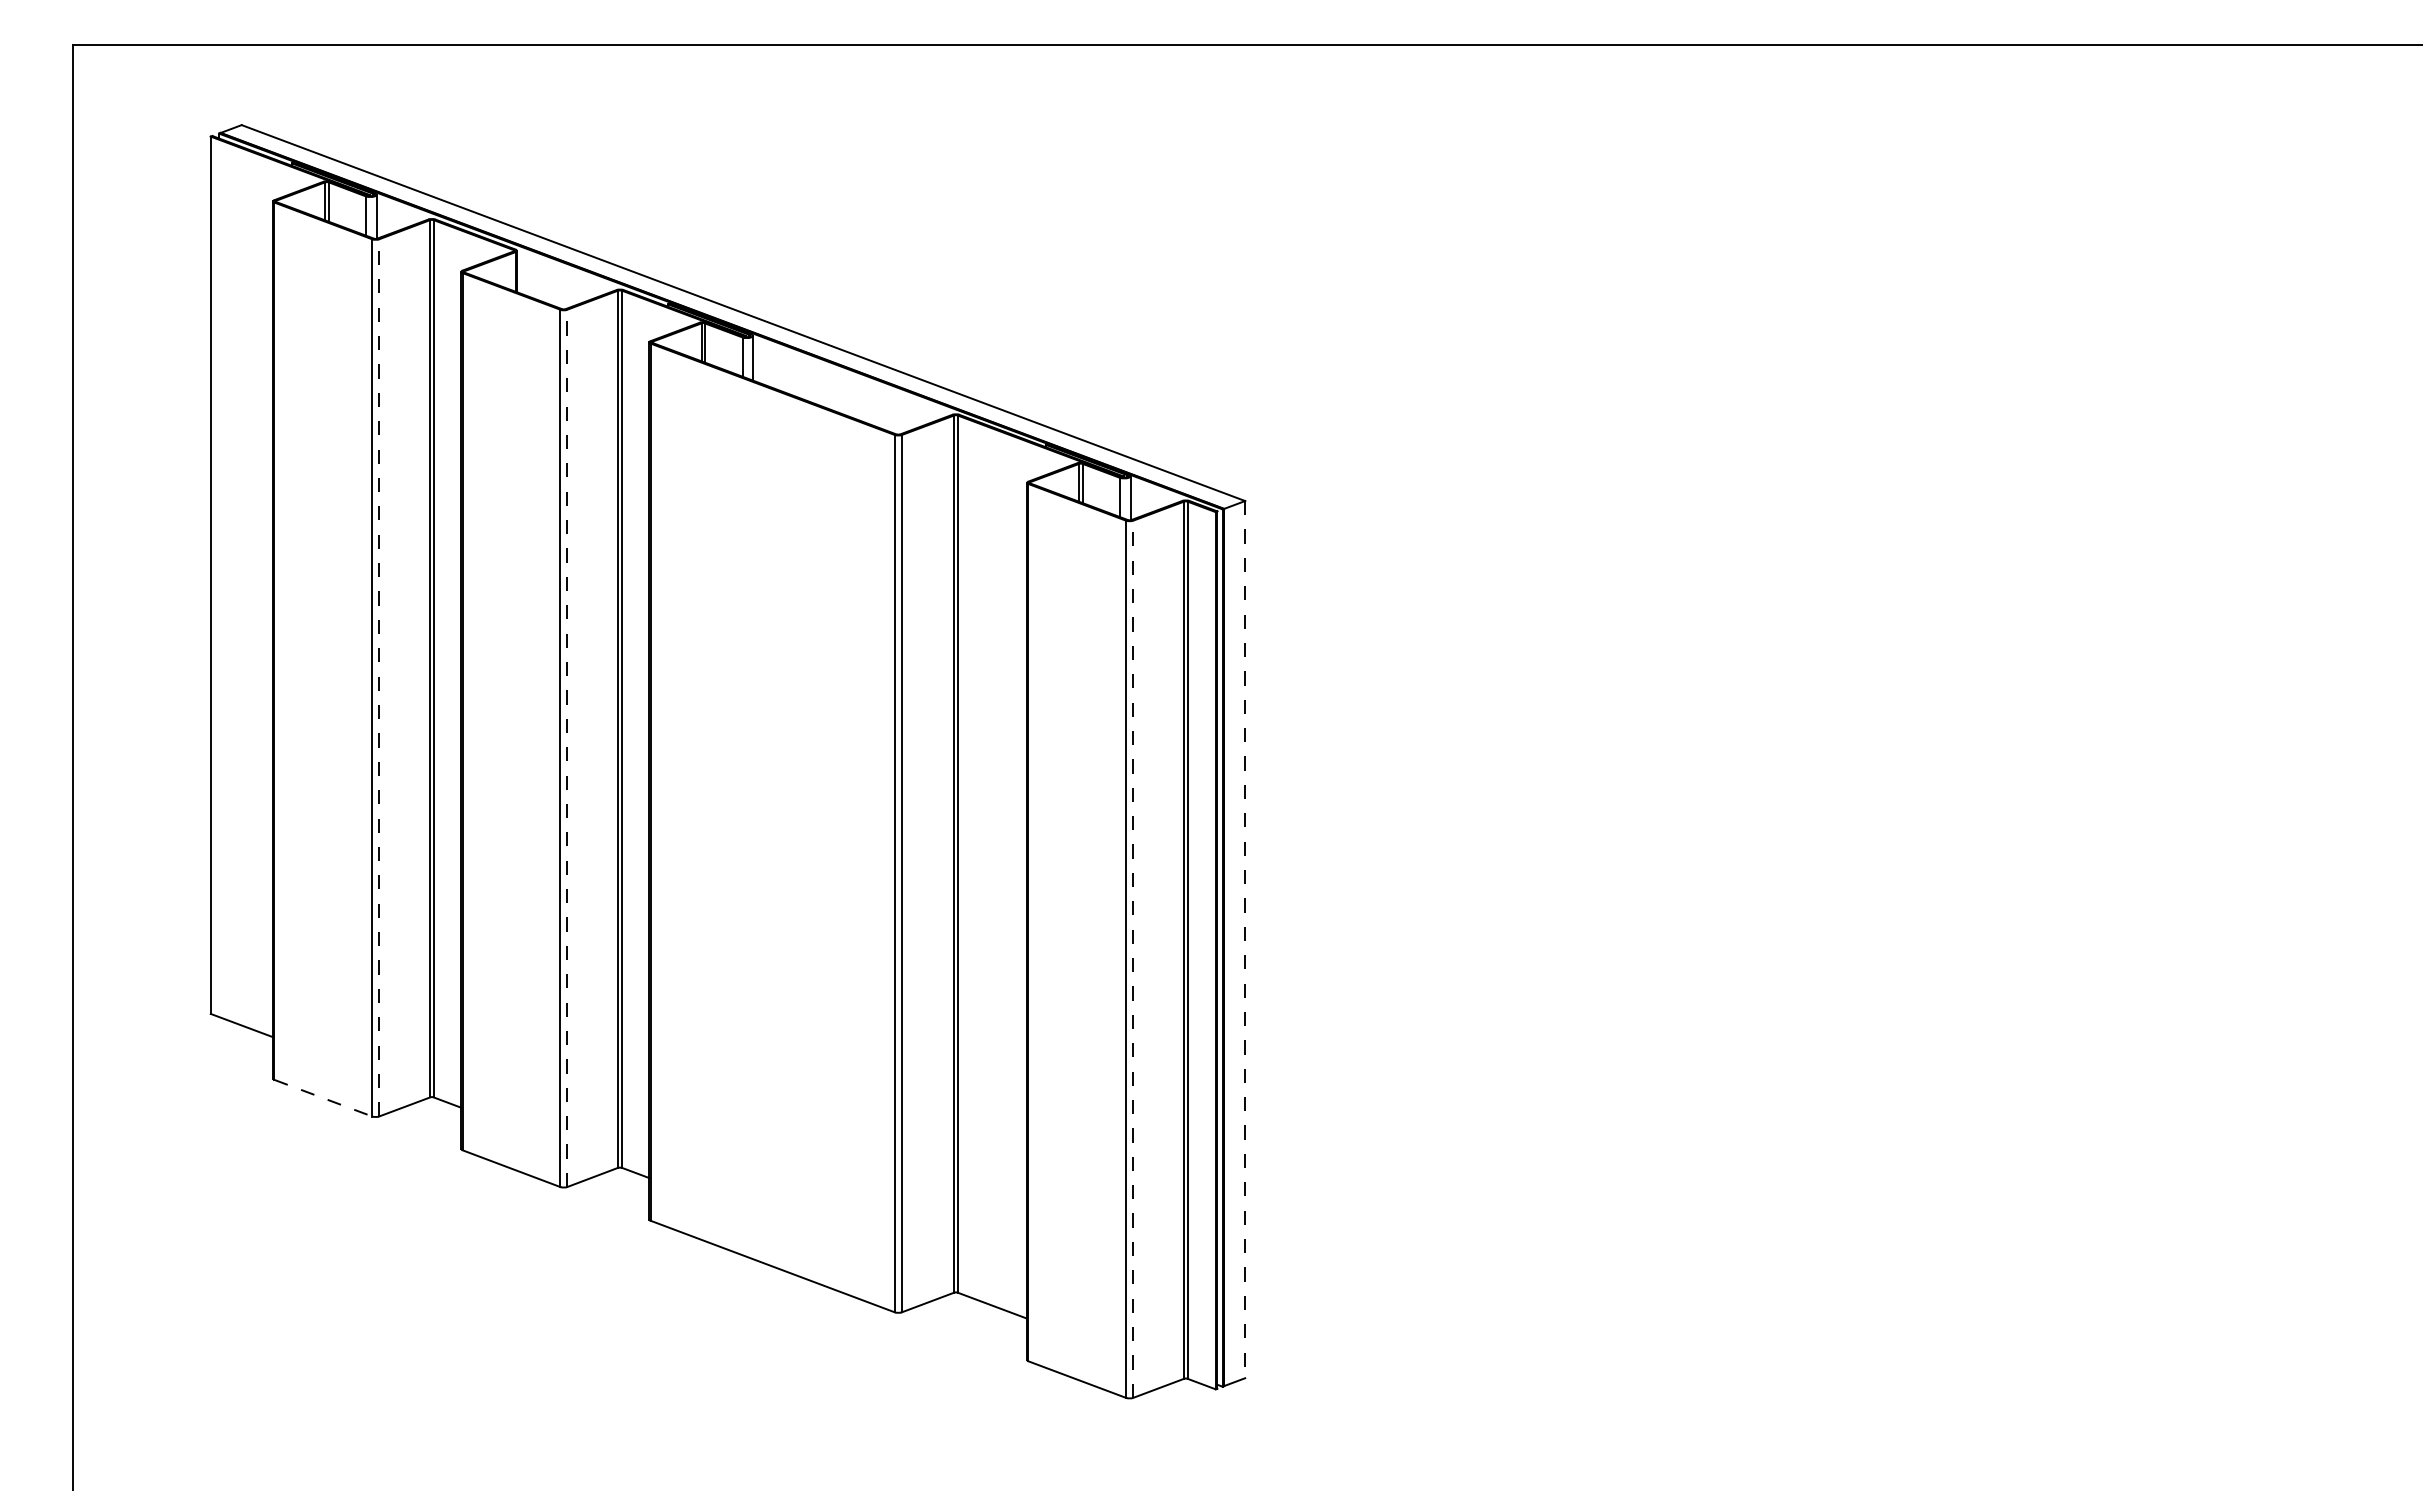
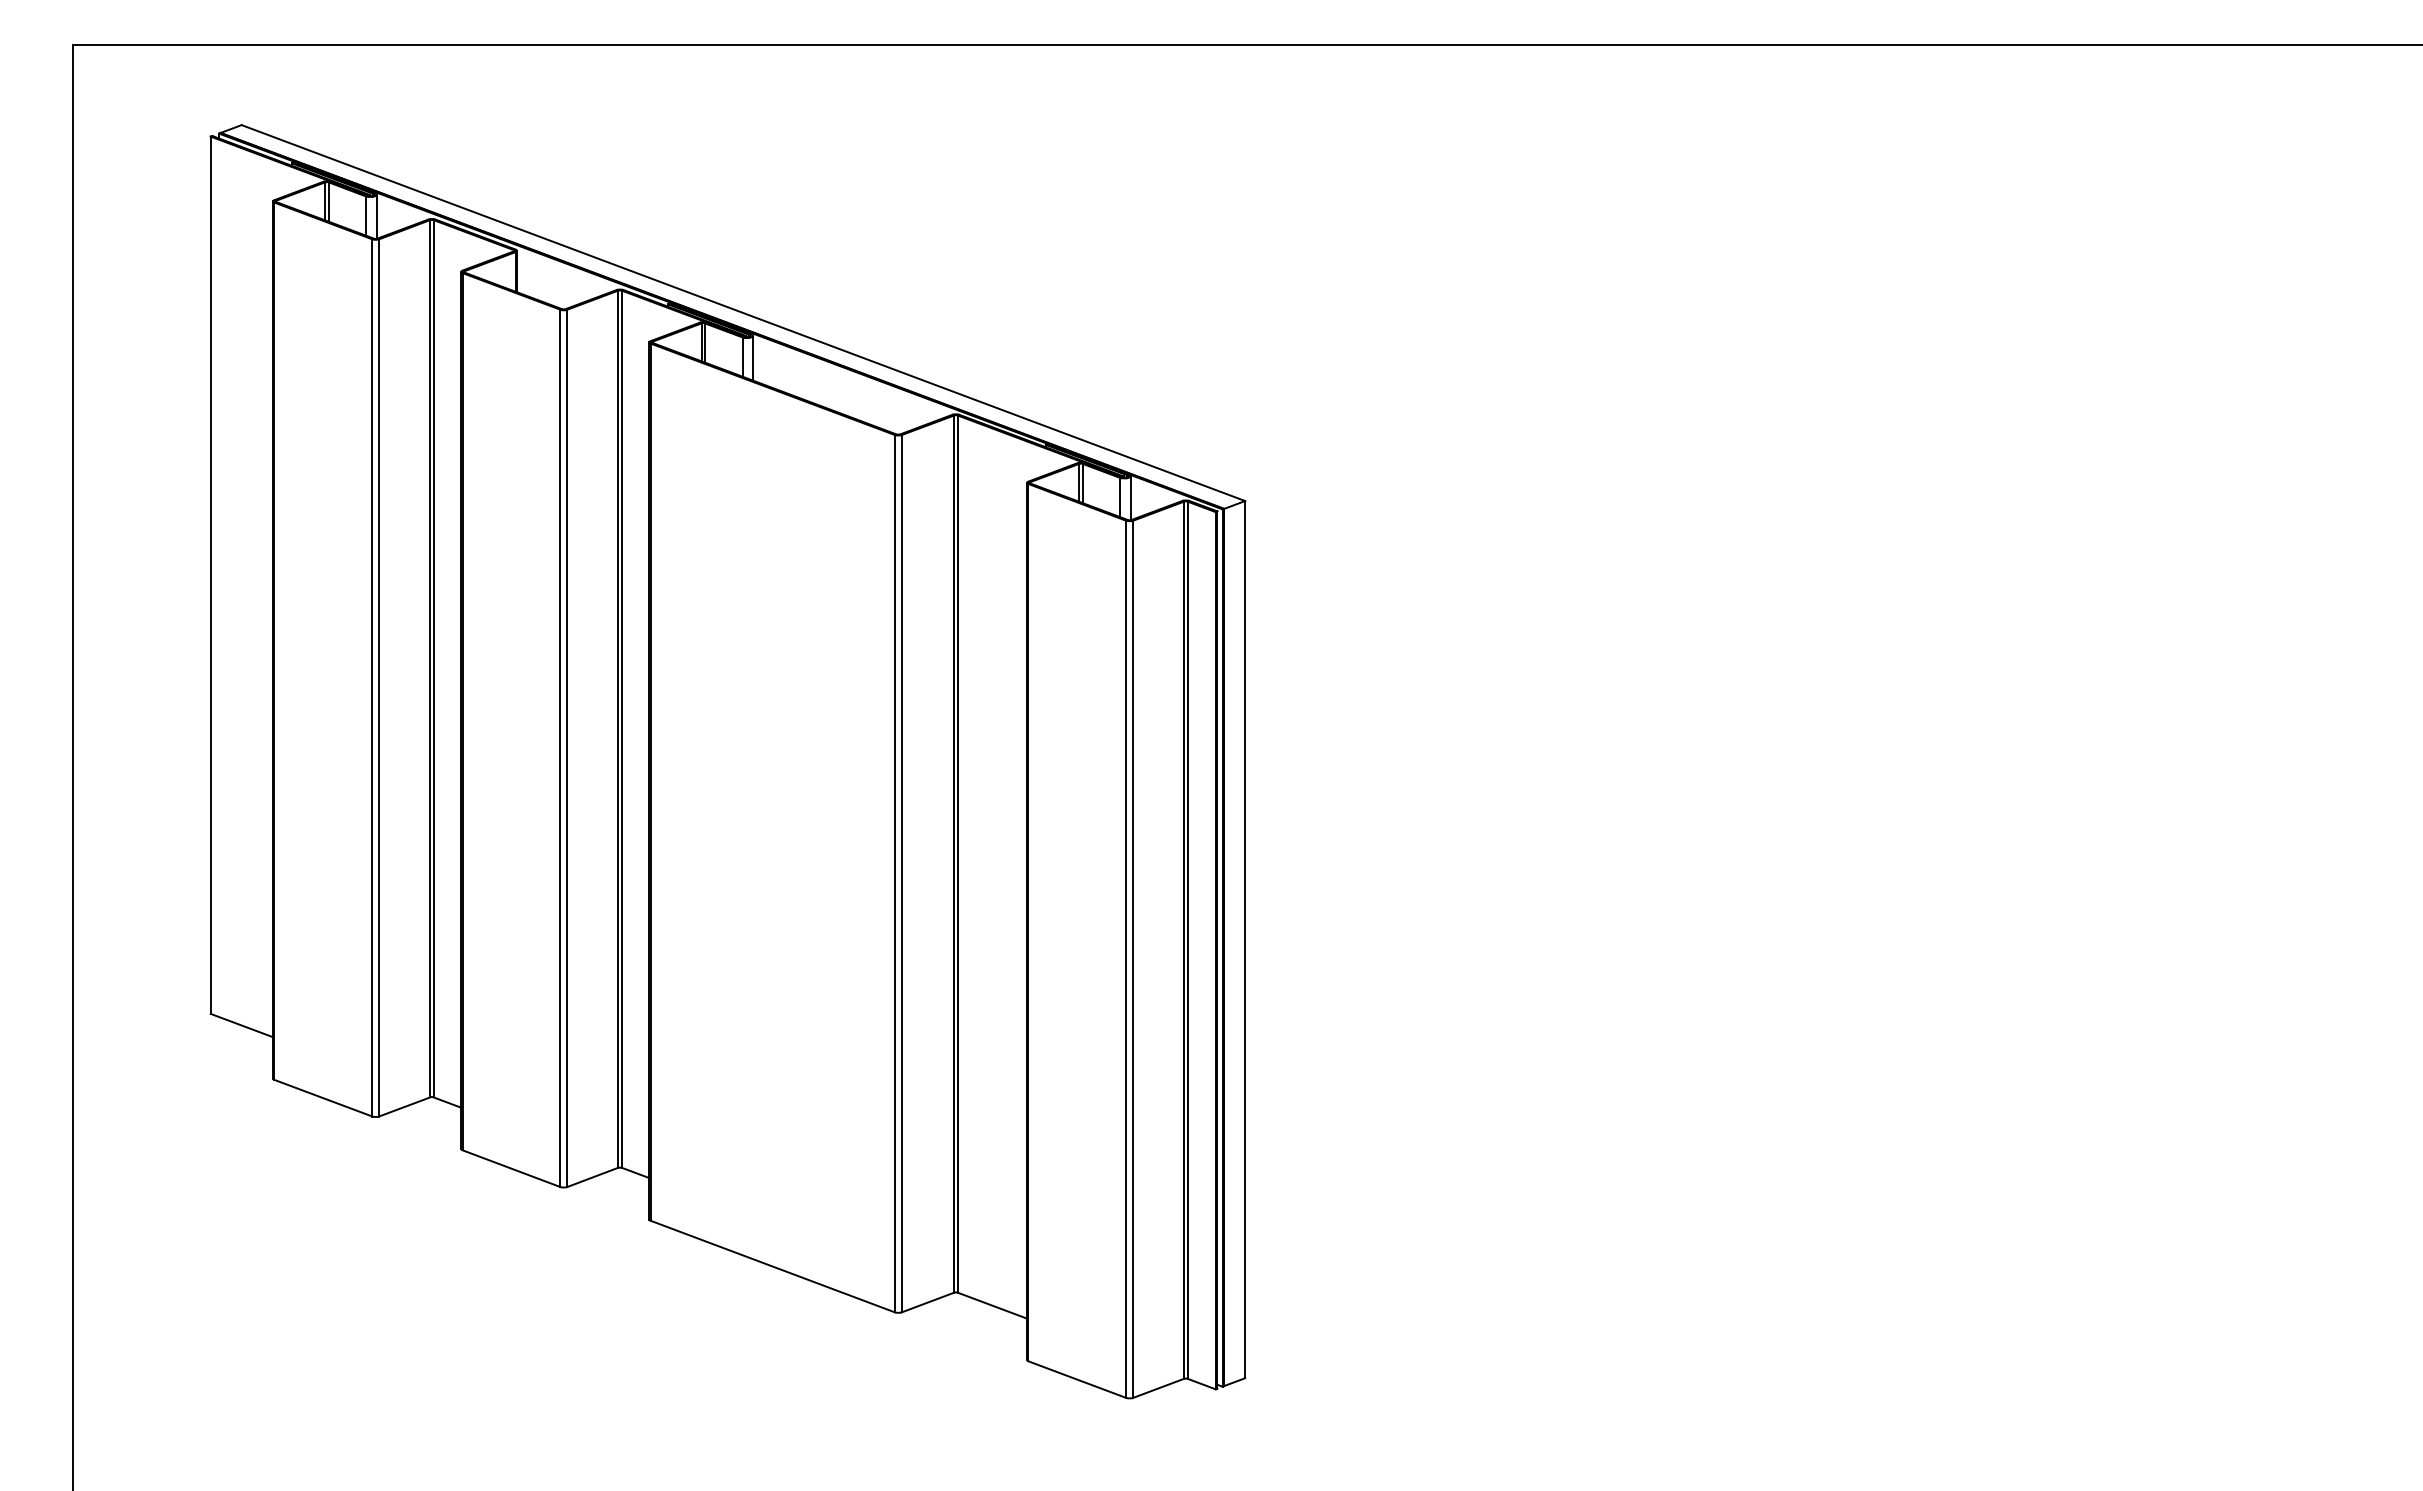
line at (379, 677): dashed -> solid
line at (567, 748): dashed -> solid
line at (1245, 939): dashed -> solid
line at (1133, 959): dashed -> solid
line at (323, 1098): dashed -> solid
